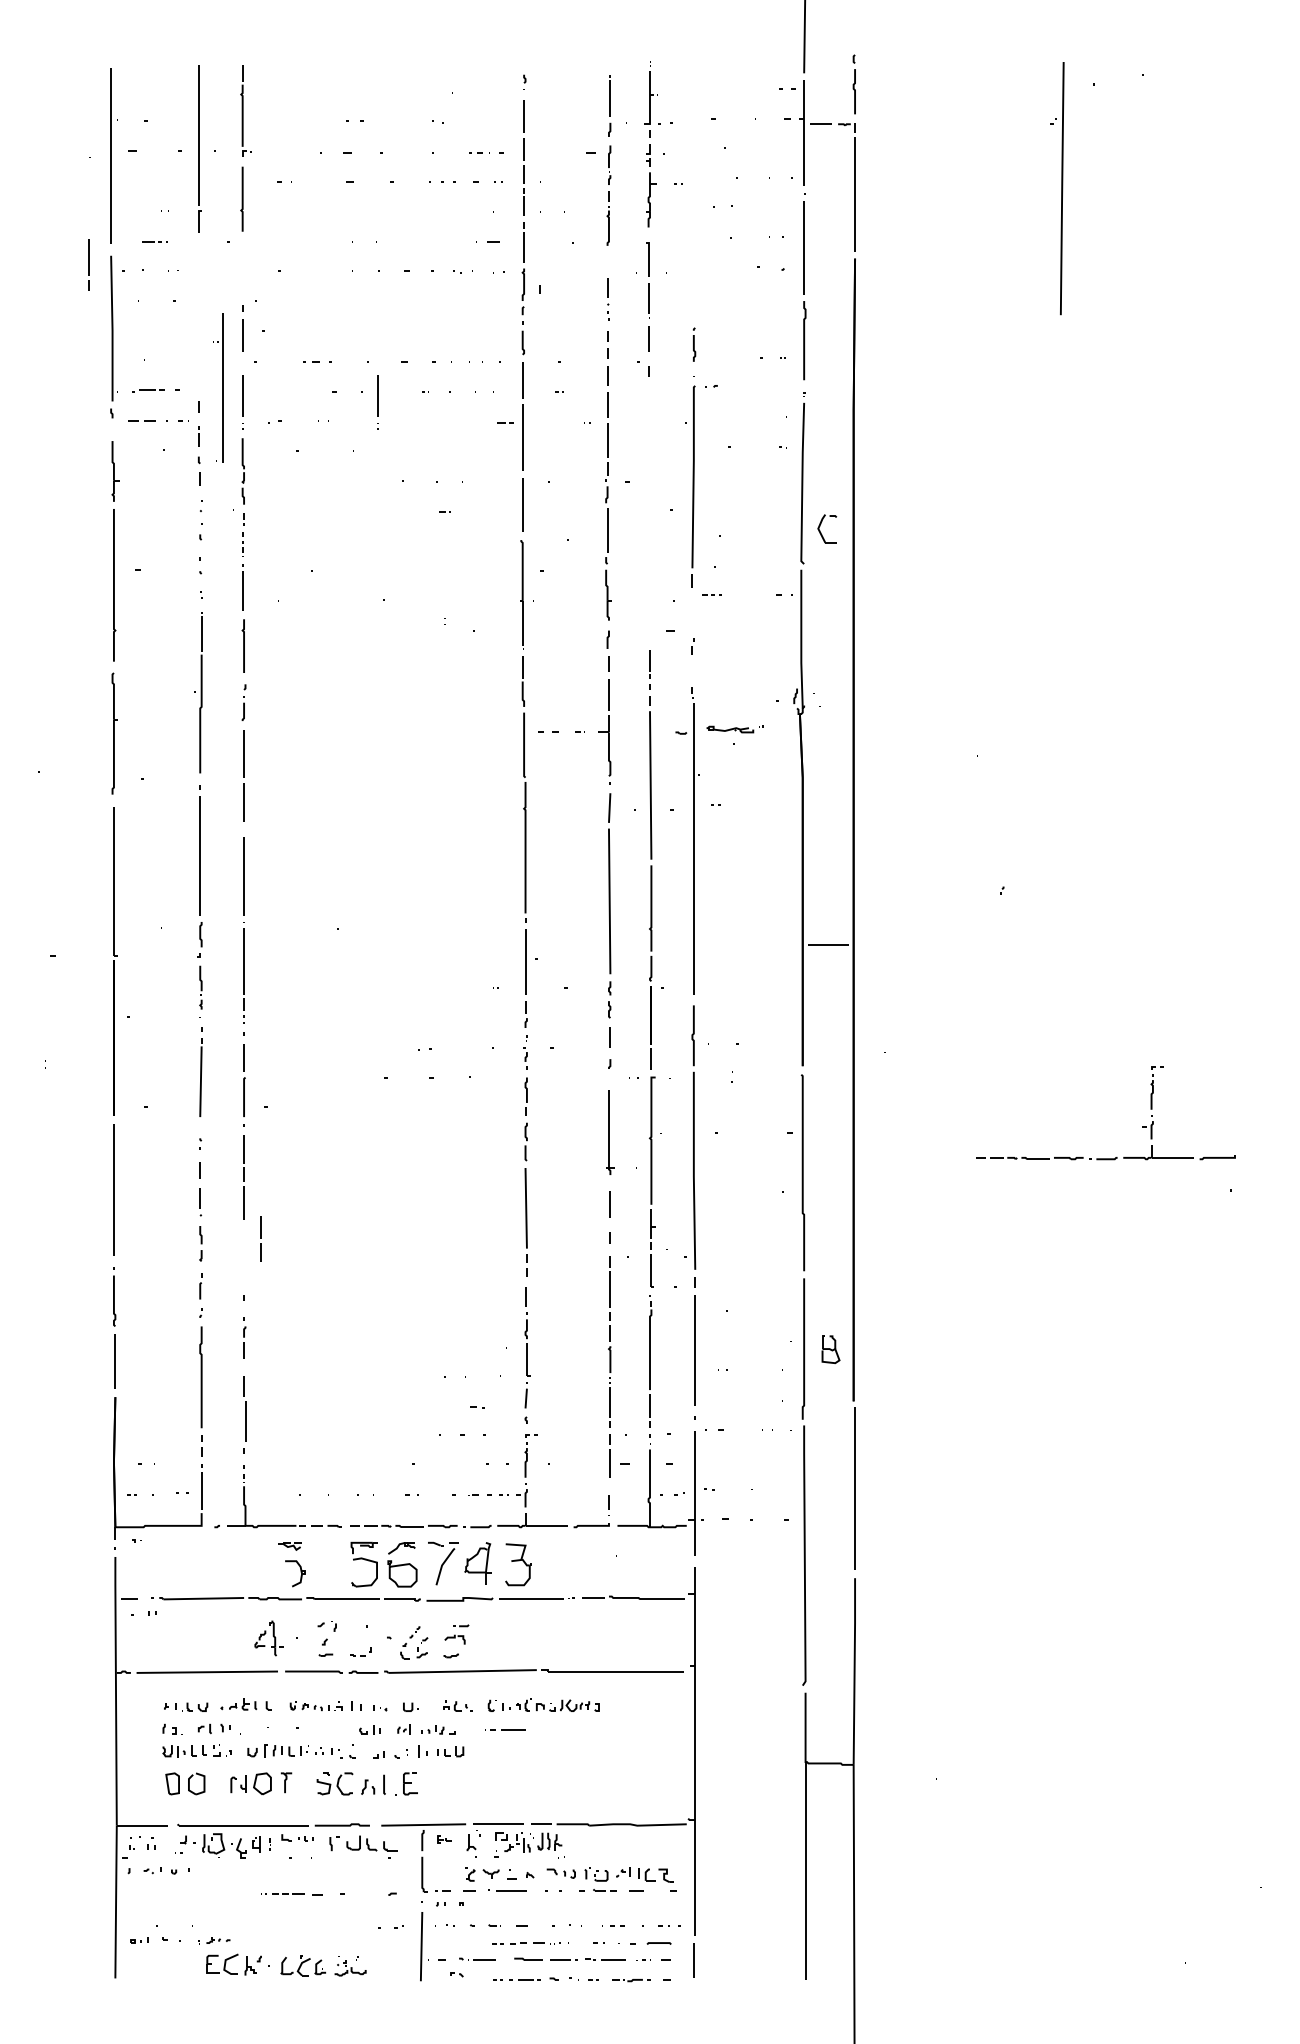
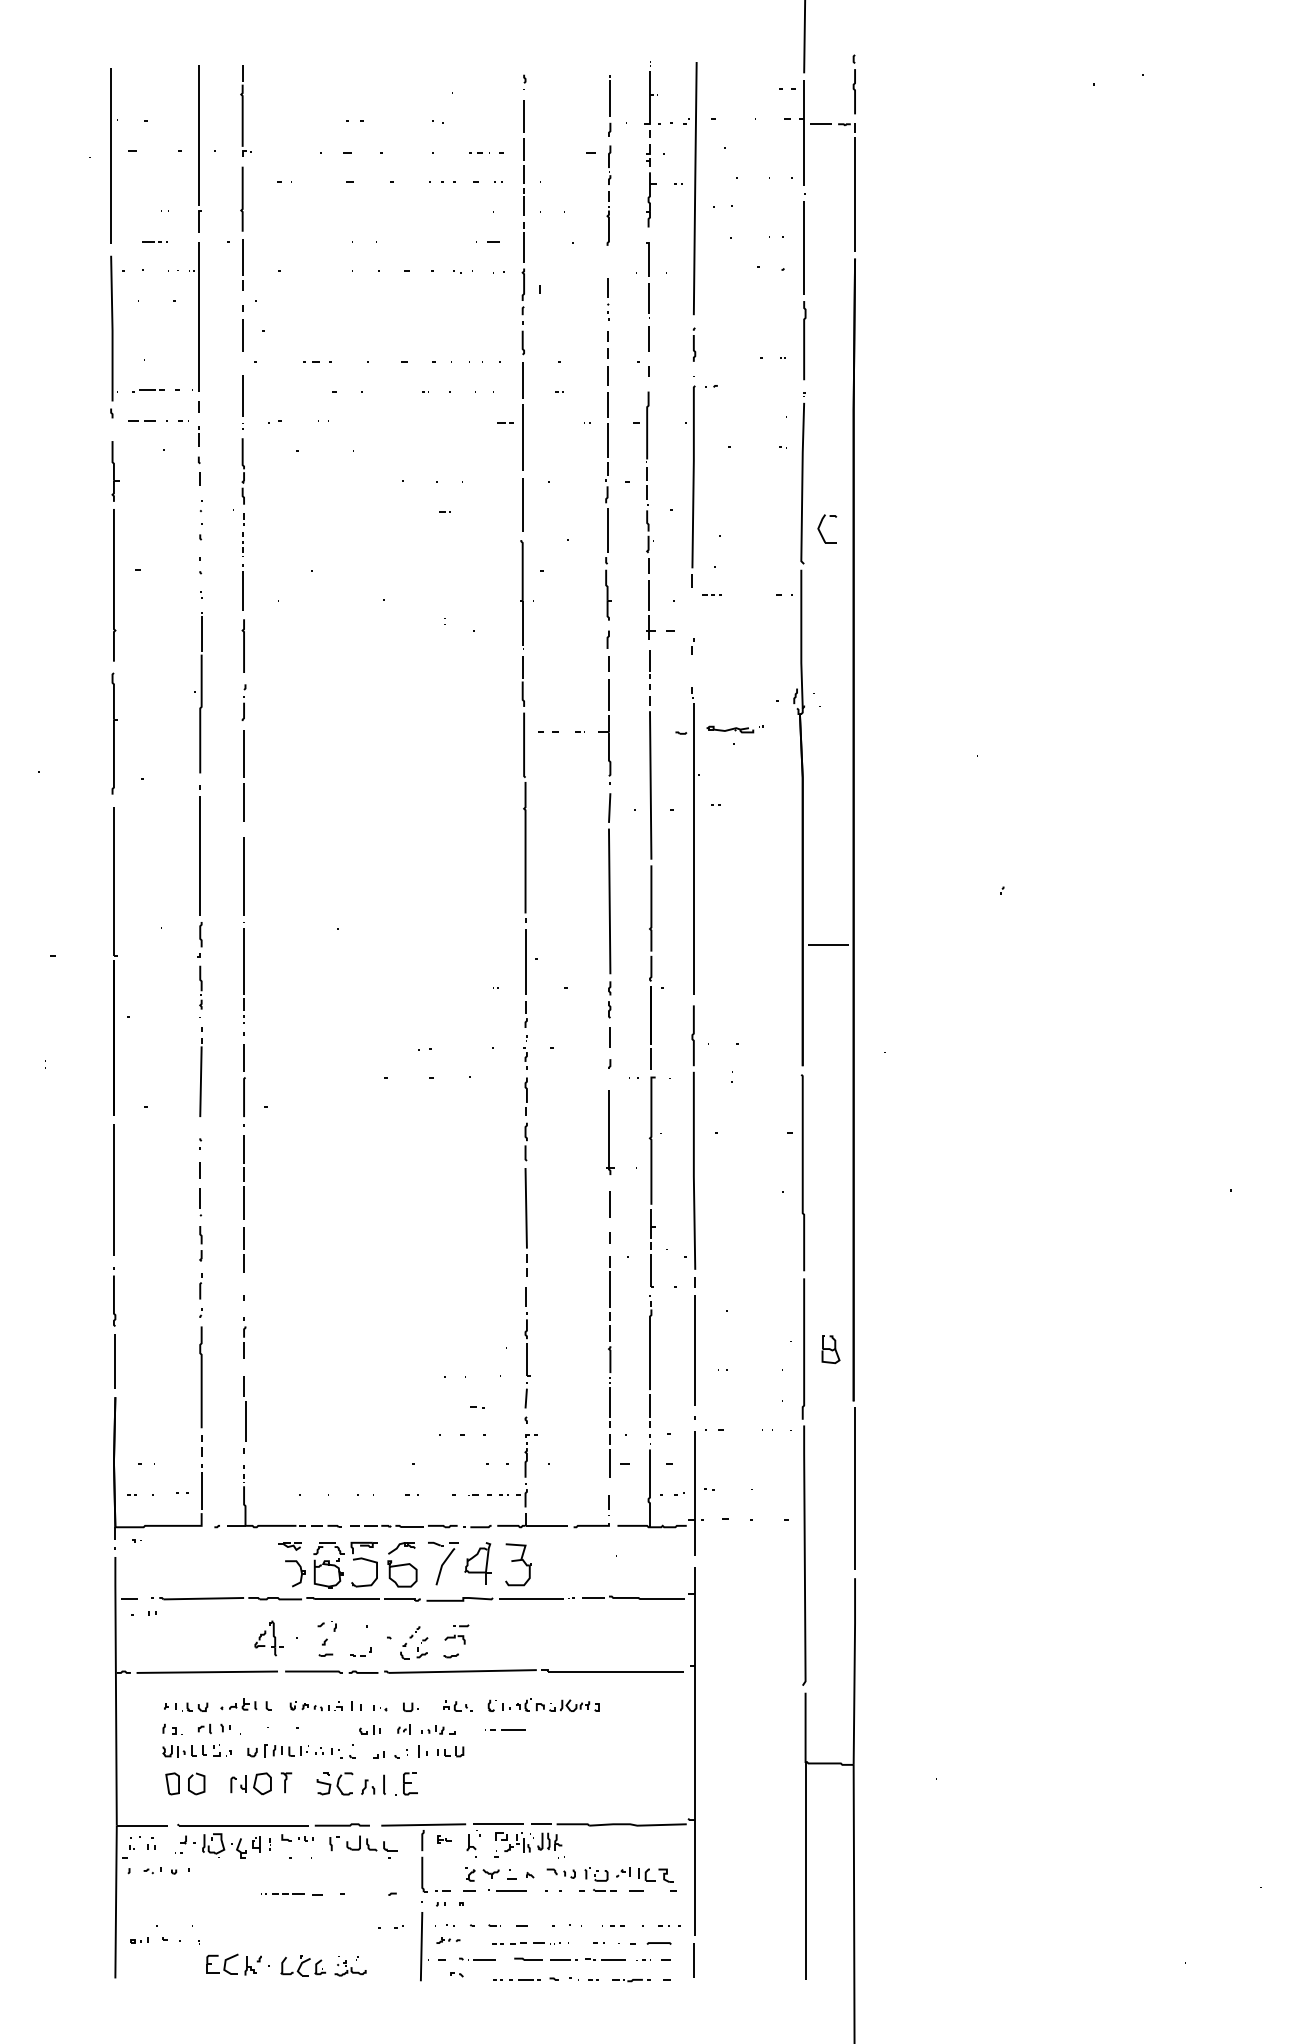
part at (1057, 188) position: (1057, 188) -> (690, 188)
line at (88, 264) position: (88, 264) -> (242, 264)
part at (218, 387) position: (218, 387) -> (194, 316)
line at (377, 402): present -> none
part at (644, 515): none -> present
part at (1142, 1126): present -> none
line at (260, 1238) position: (260, 1238) -> (243, 1249)
part at (328, 1565): none -> present
part at (218, 1940) position: (218, 1940) -> (448, 1940)
